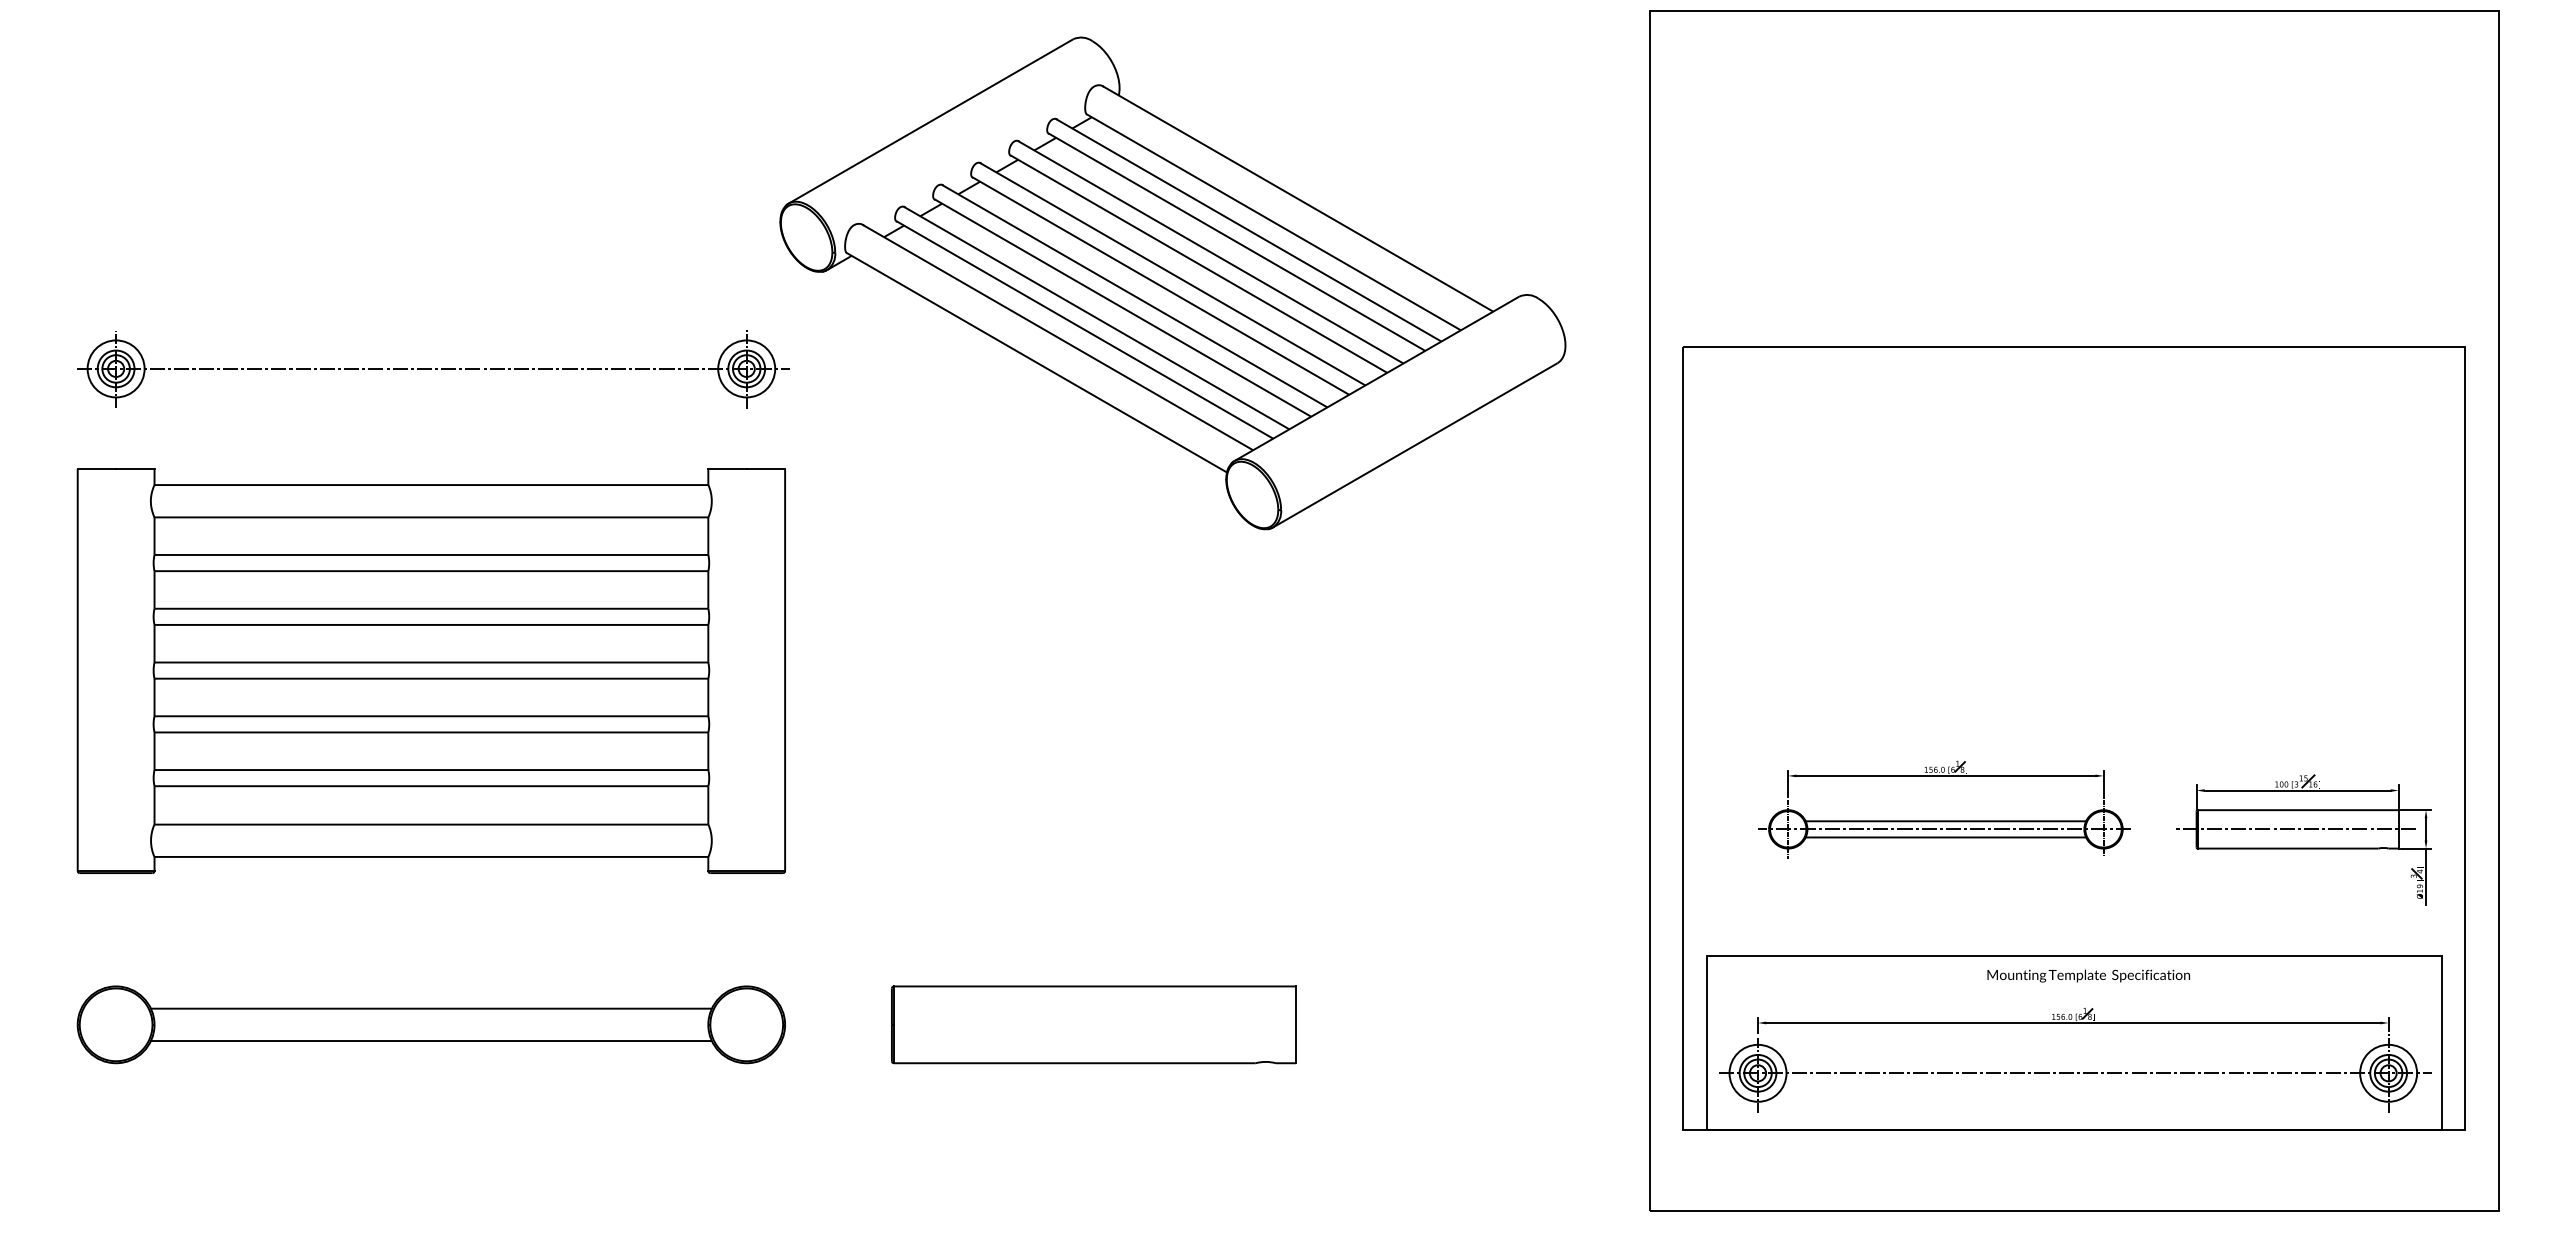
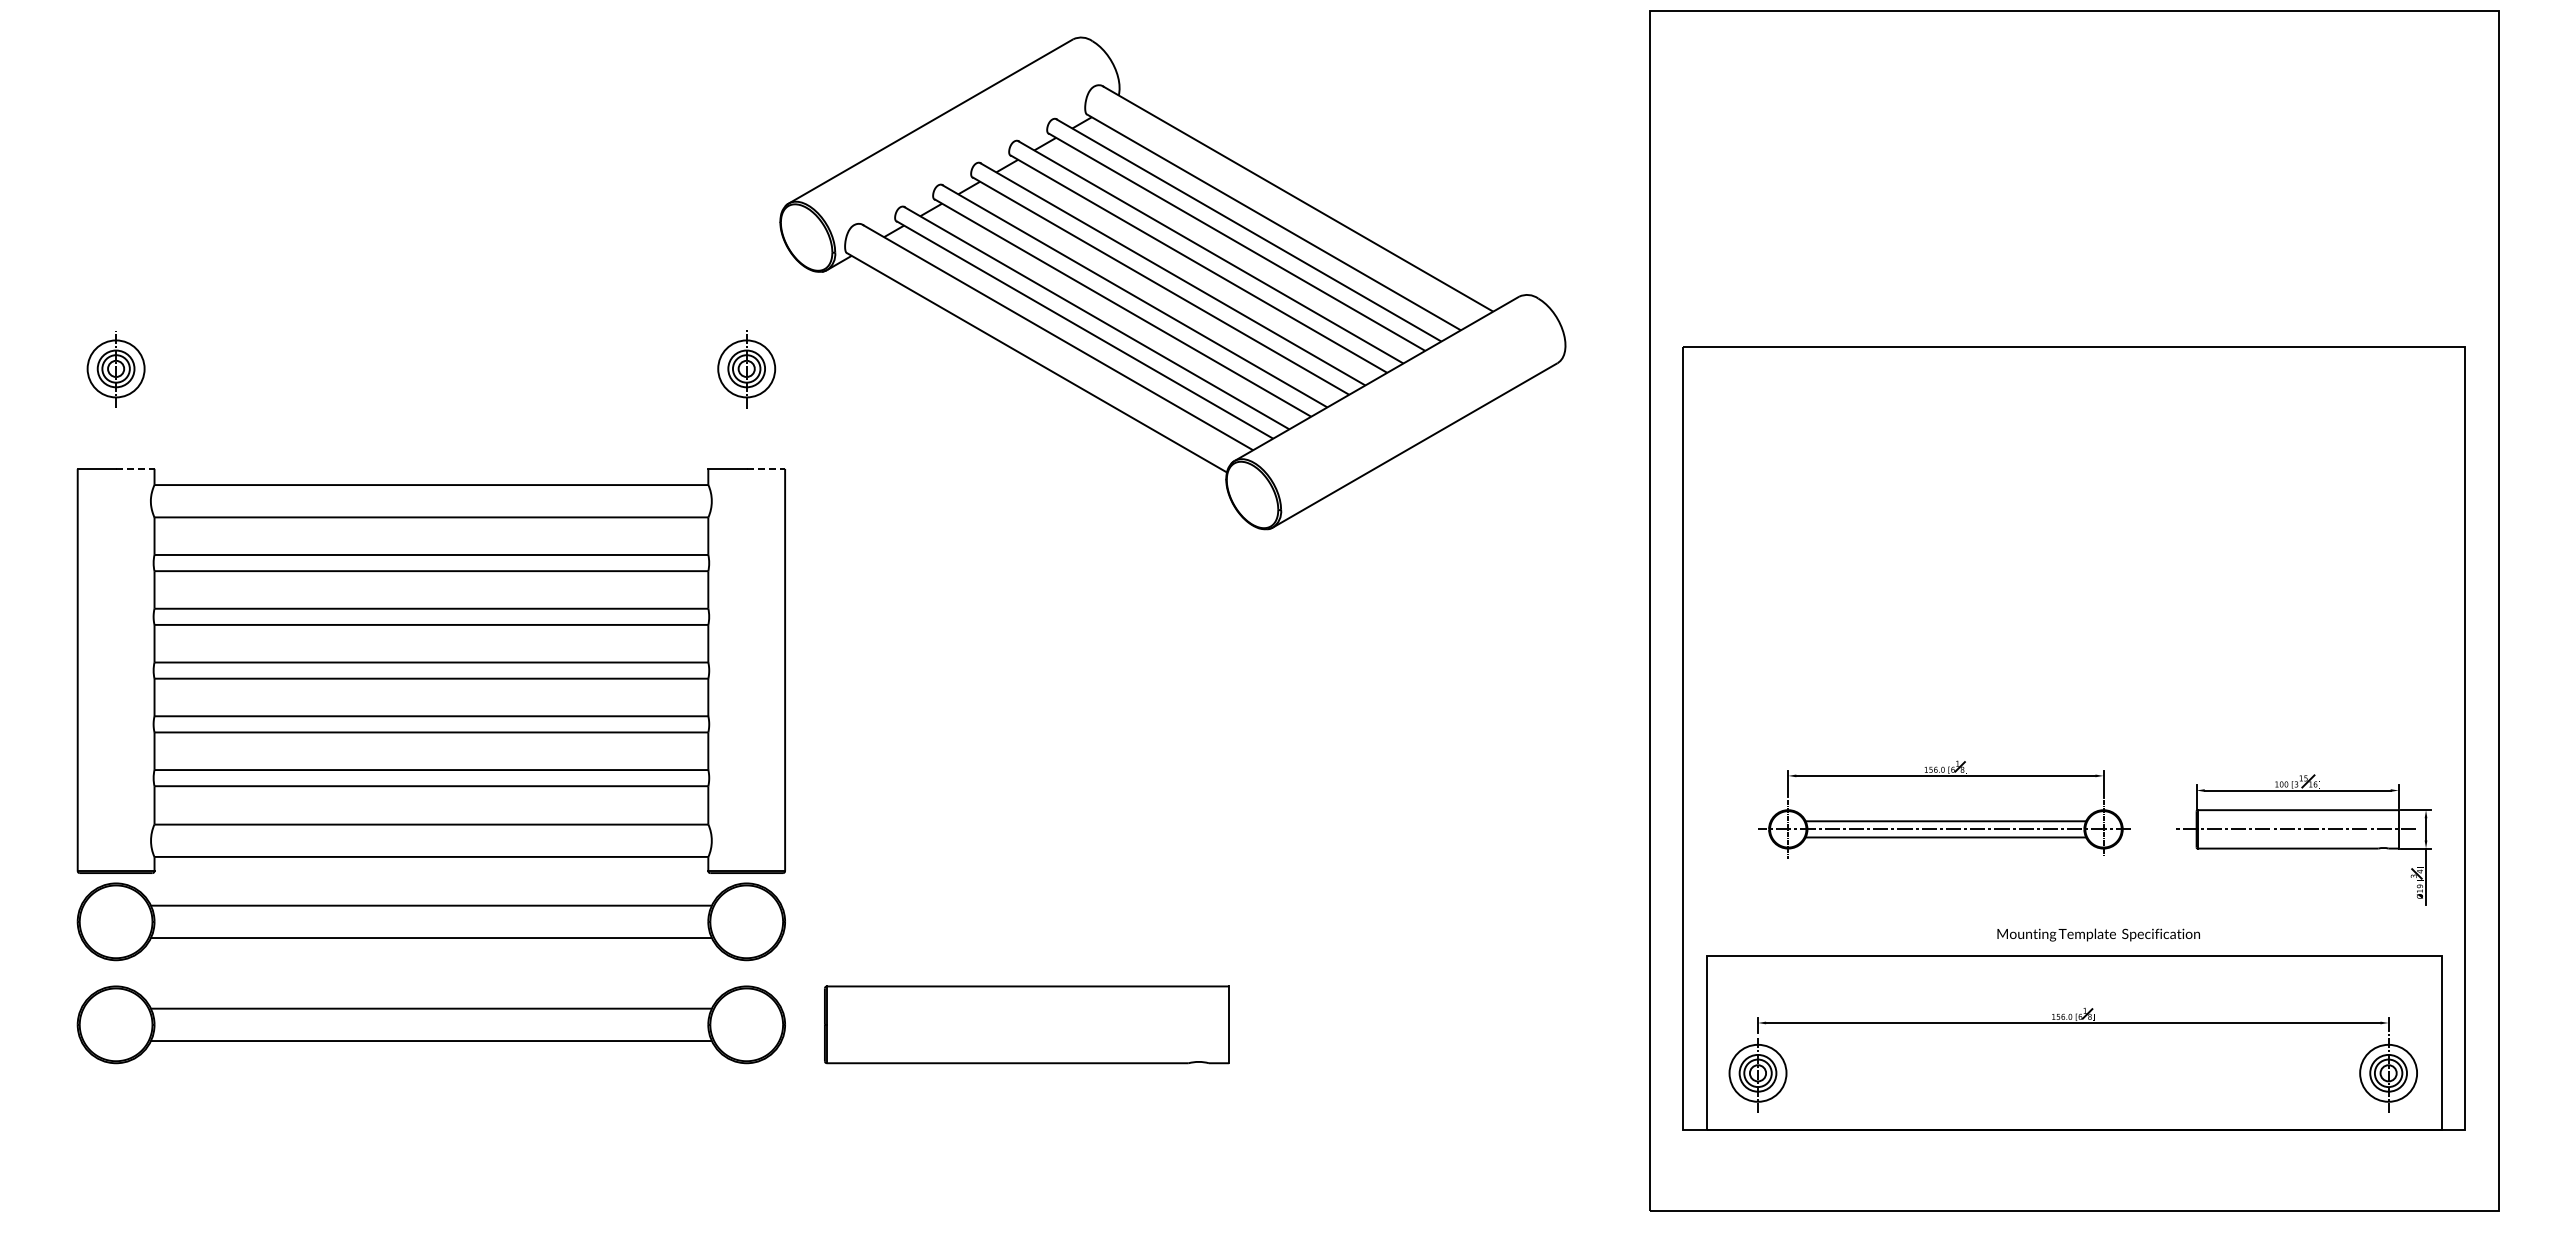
line at (433, 368): present -> none
line at (135, 468): solid -> dashed
line at (766, 468): solid -> dashed
part at (430, 921): none -> present
text at (2088, 975) position: (2088, 975) -> (2098, 934)
part at (1093, 1024) position: (1093, 1024) -> (1026, 1024)
line at (2075, 1073): present -> none
